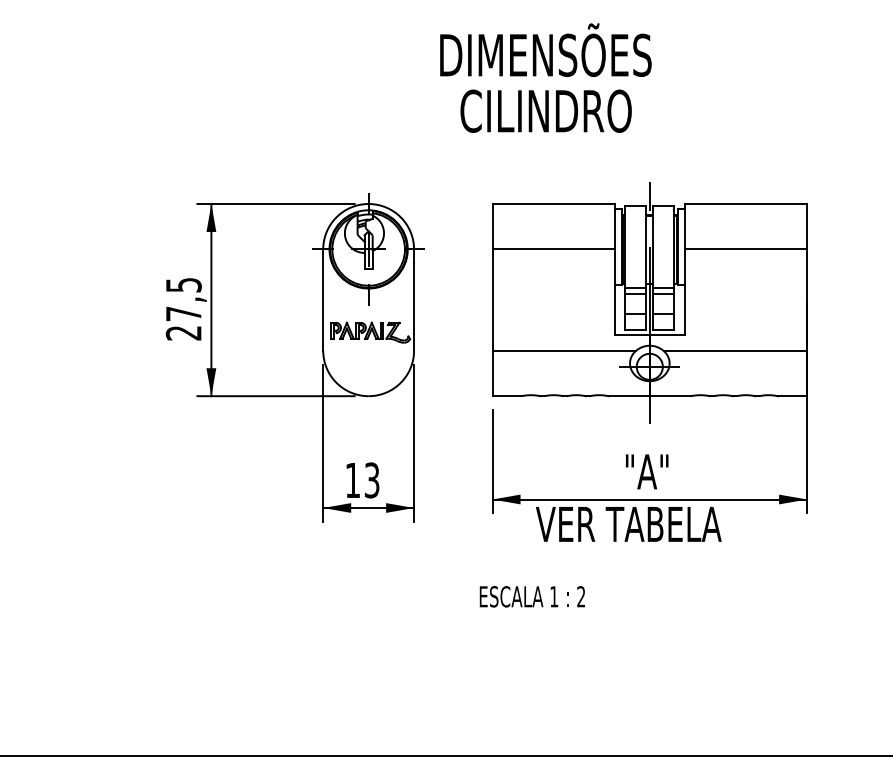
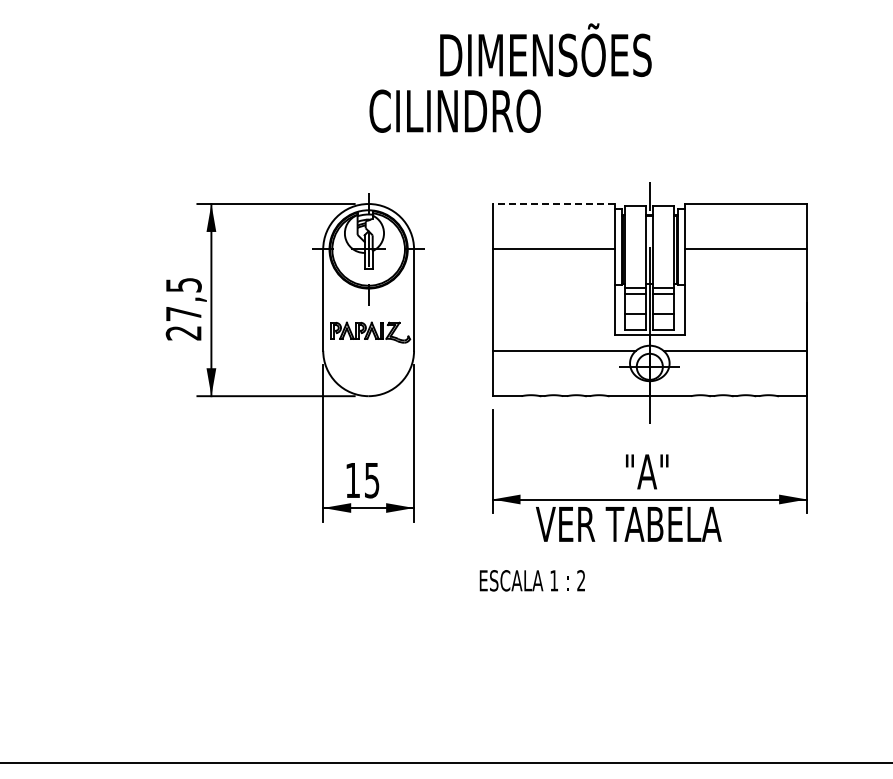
text at (545, 110) position: (545, 110) -> (454, 110)
line at (553, 204): solid -> dashed
text at (372, 479): 13 -> 15
text at (531, 596) position: (531, 596) -> (531, 580)
line at (445, 755) position: (445, 755) -> (445, 762)
